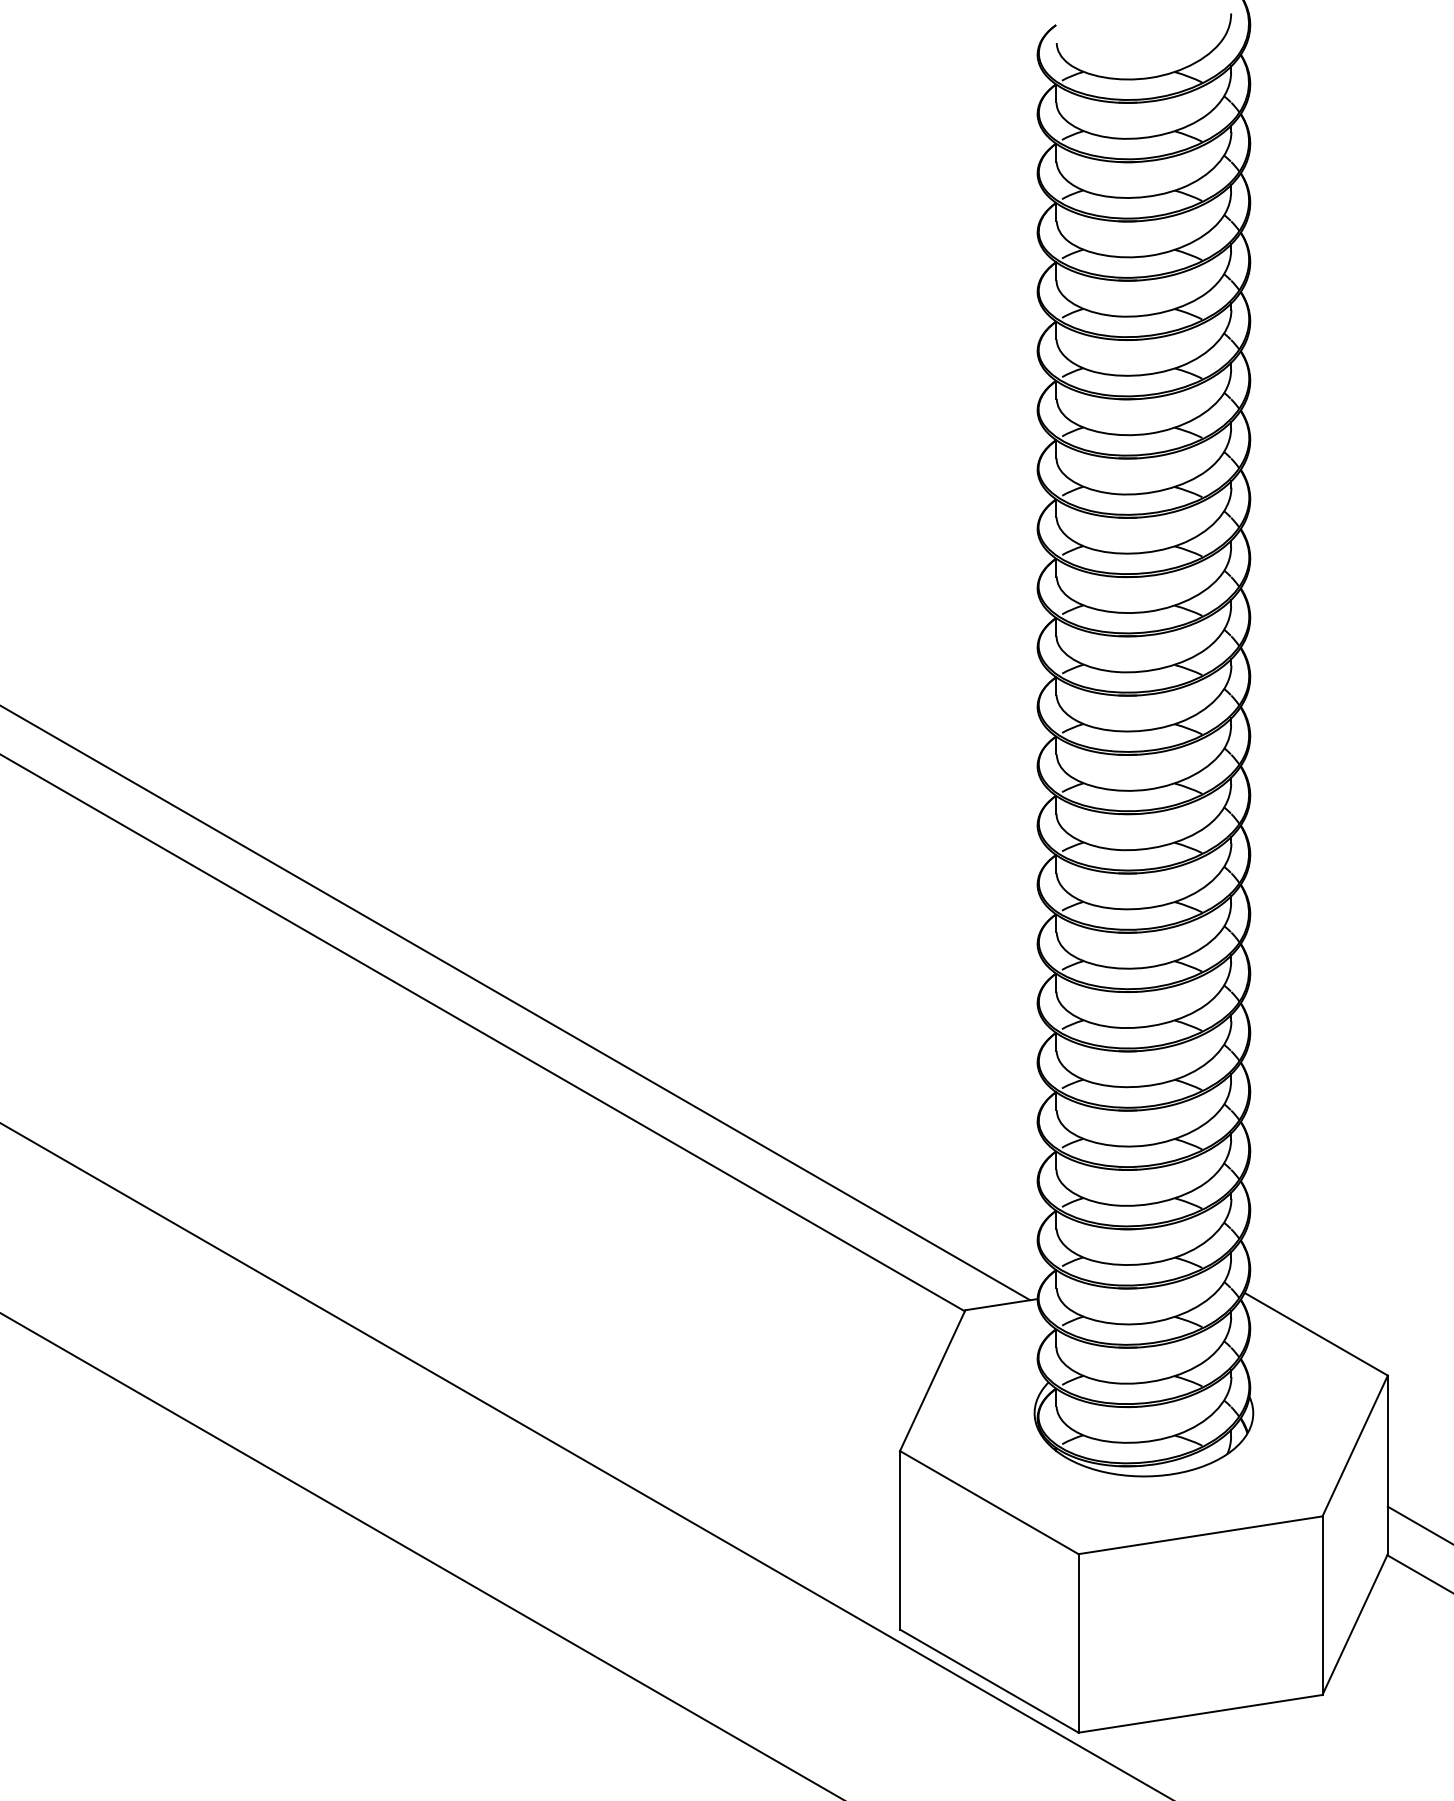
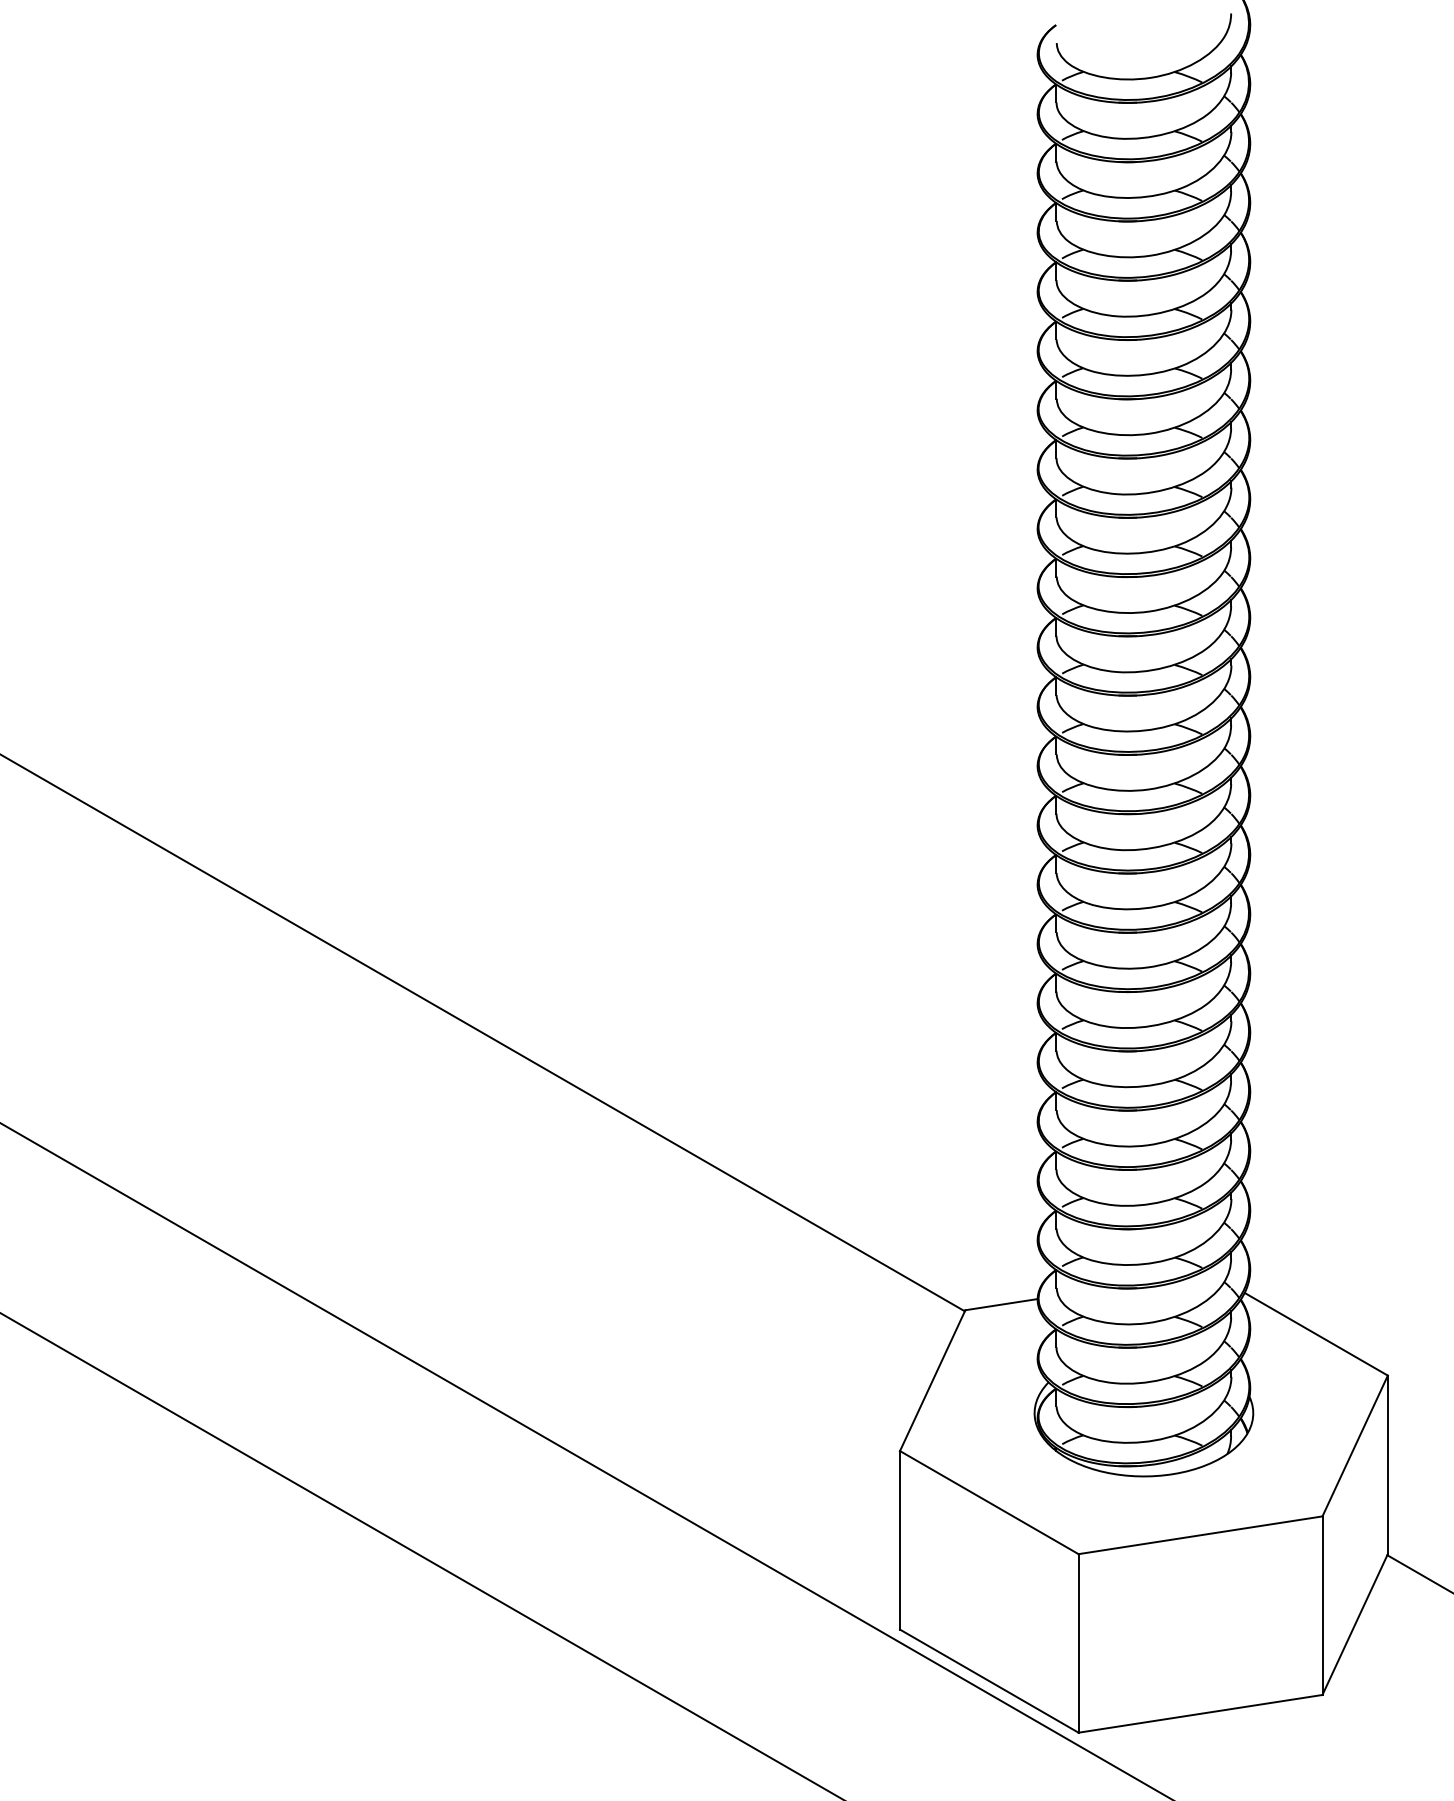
line at (516, 1003): present -> none
line at (1418, 1524): present -> none
